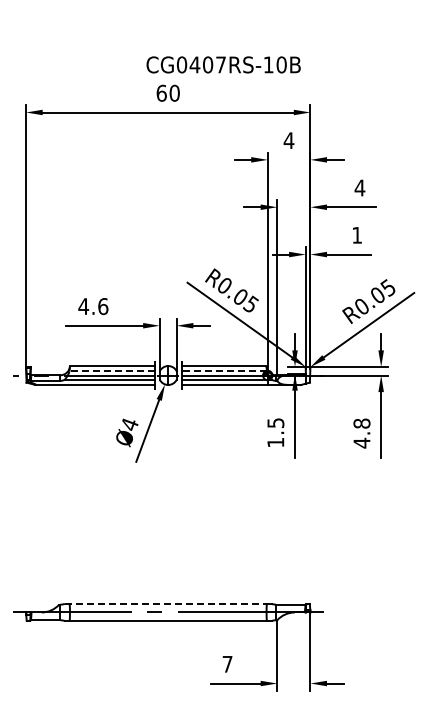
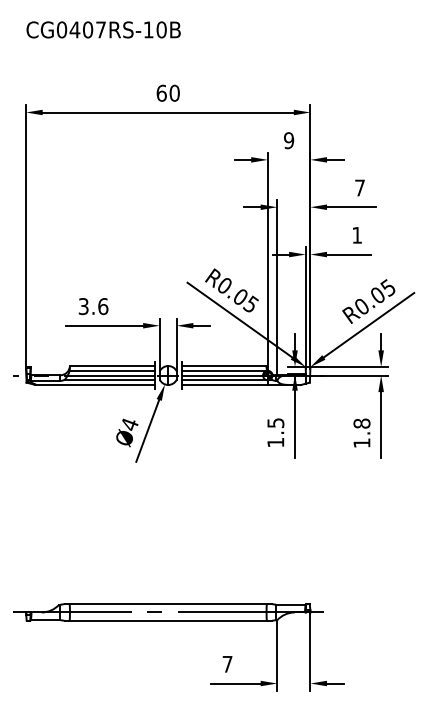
text at (223, 64) position: (223, 64) -> (103, 29)
text at (288, 140): 4 -> 9
text at (359, 187): 4 -> 7
text at (83, 306): 4.6 -> 3.6
line at (112, 371): dashed -> solid
line at (224, 371): dashed -> solid
text at (361, 442): 4.8 -> 1.8
line at (166, 603): dashed -> solid
